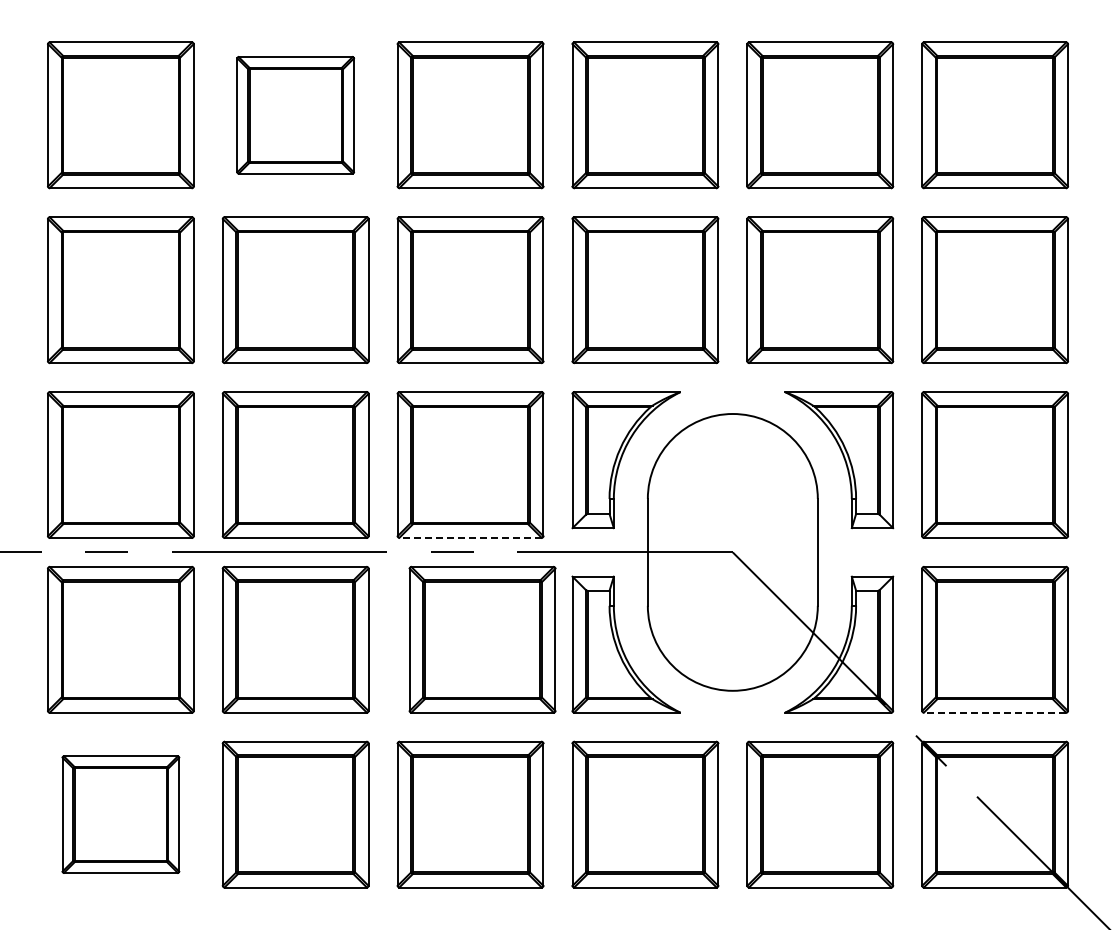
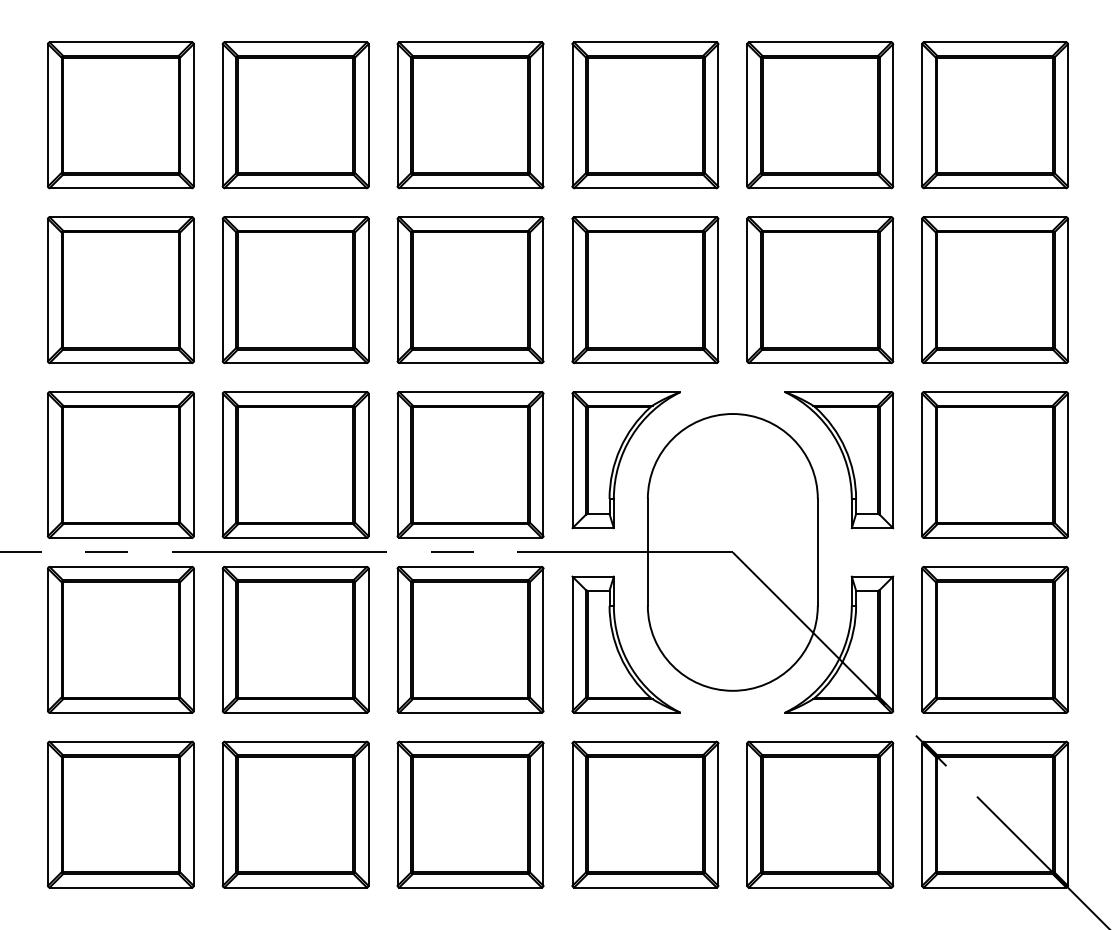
part at (295, 115) size: 119x119 px -> 149x149 px
line at (470, 537): dashed -> solid
part at (482, 639) position: (482, 639) -> (470, 639)
line at (994, 712): dashed -> solid
part at (120, 814) size: 120x119 px -> 148x149 px
